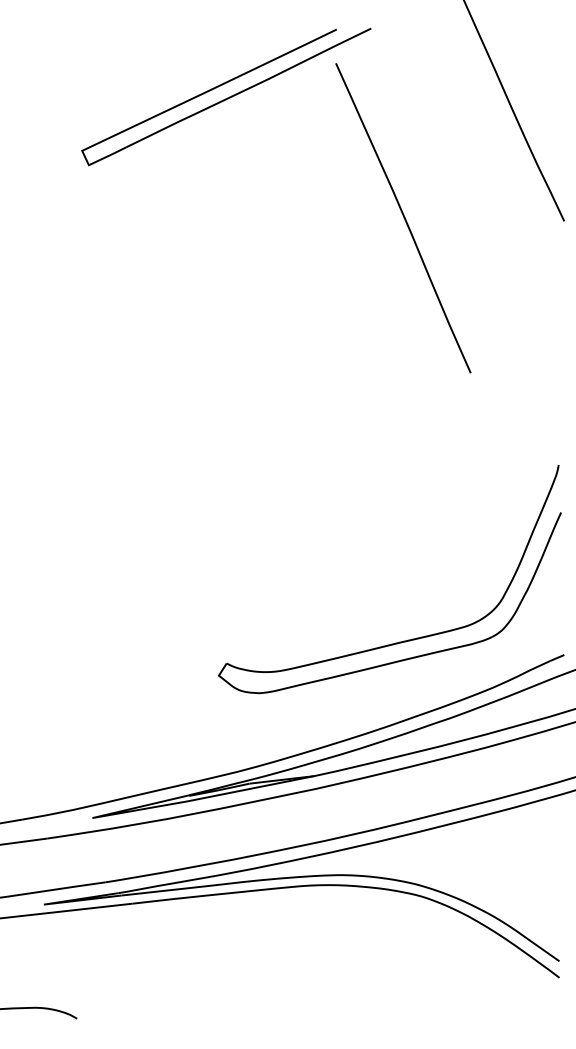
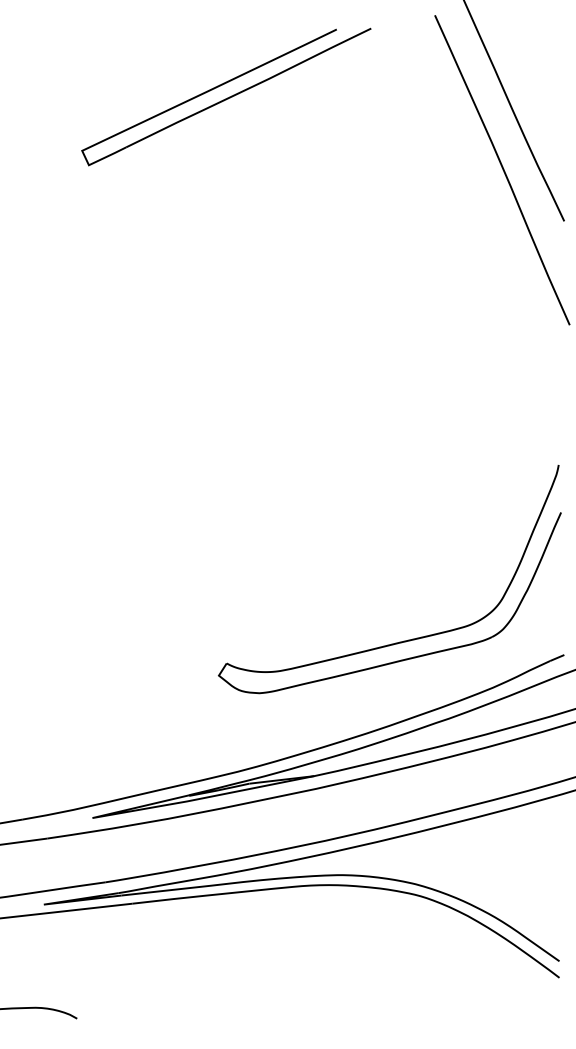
curve at (403, 218) position: (403, 218) -> (502, 170)
